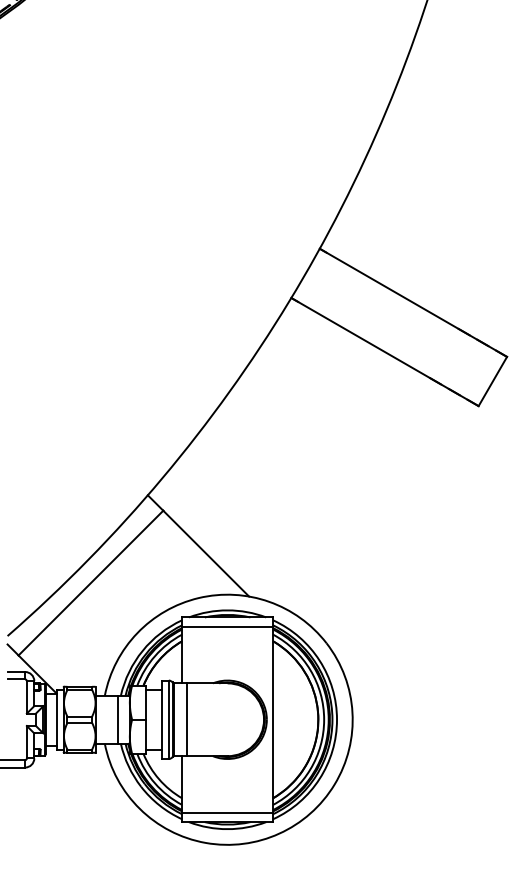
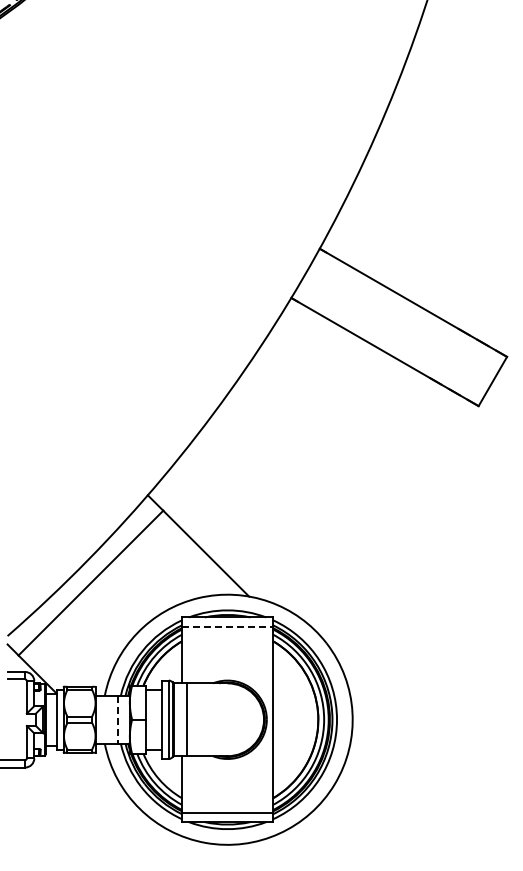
line at (228, 626): solid -> dashed
line at (118, 719): solid -> dashed
